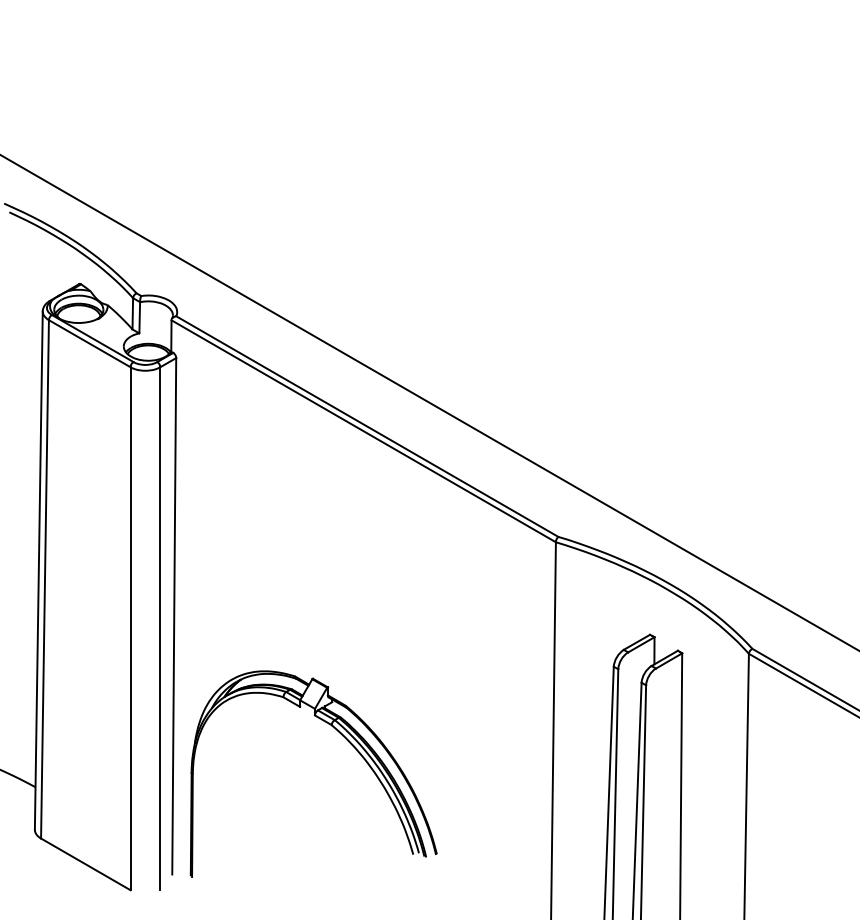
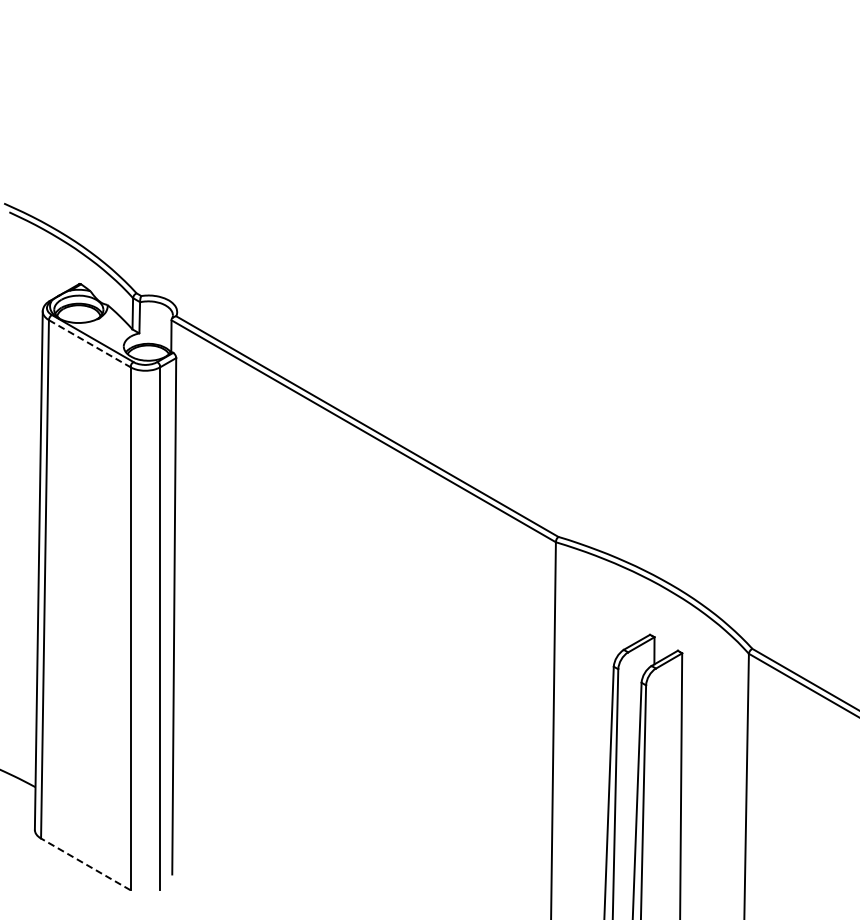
line at (90, 343): solid -> dashed
line at (429, 402): present -> none
part at (346, 740): present -> none
line at (85, 864): solid -> dashed
